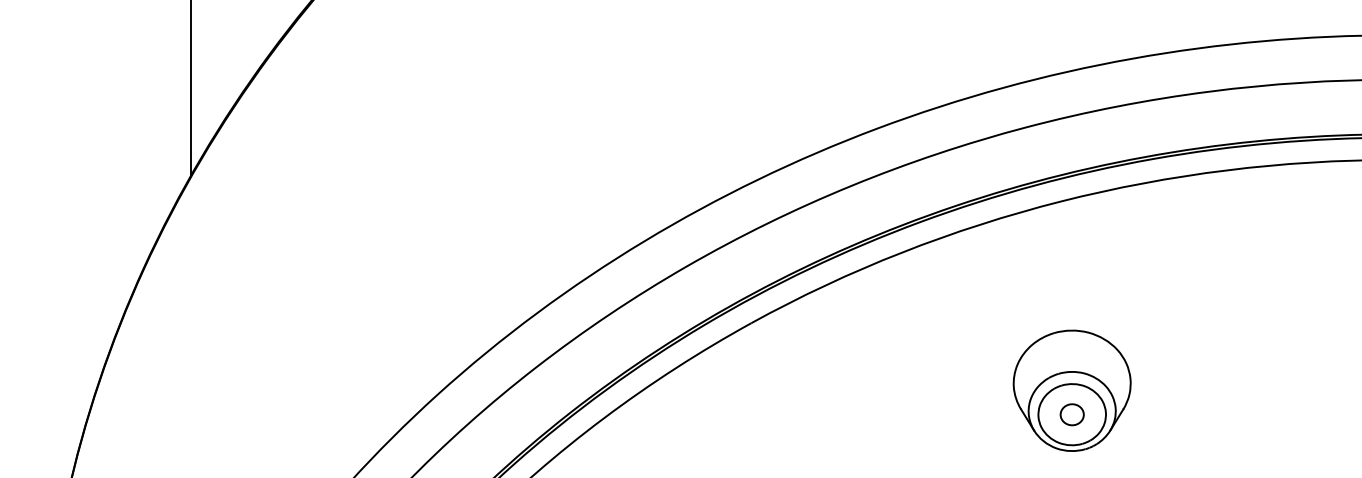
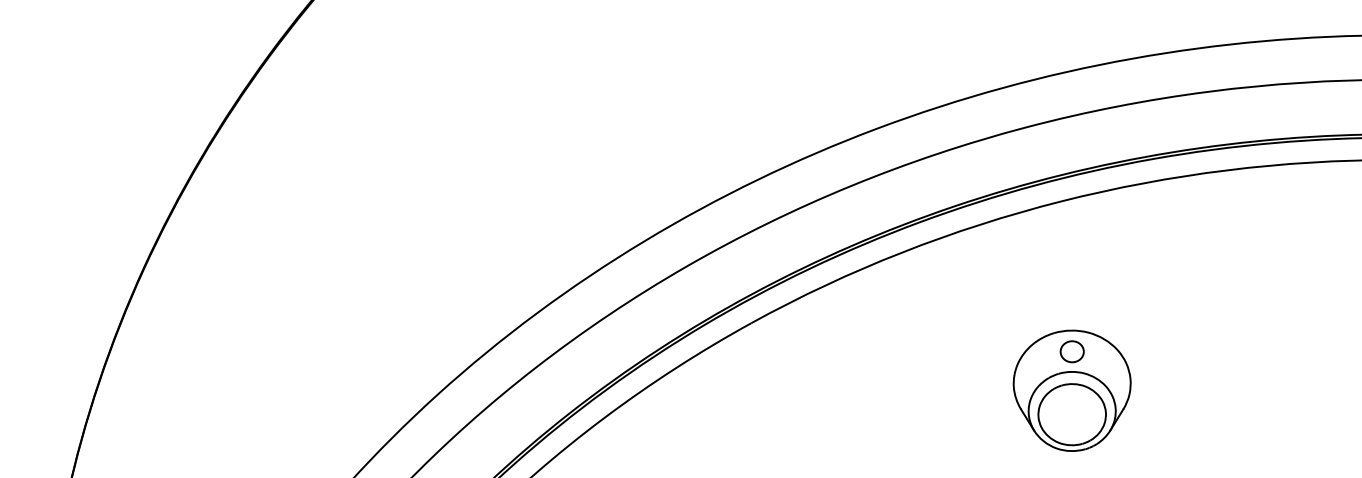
line at (191, 88): present -> none
part at (1071, 414) position: (1071, 414) -> (1071, 351)
